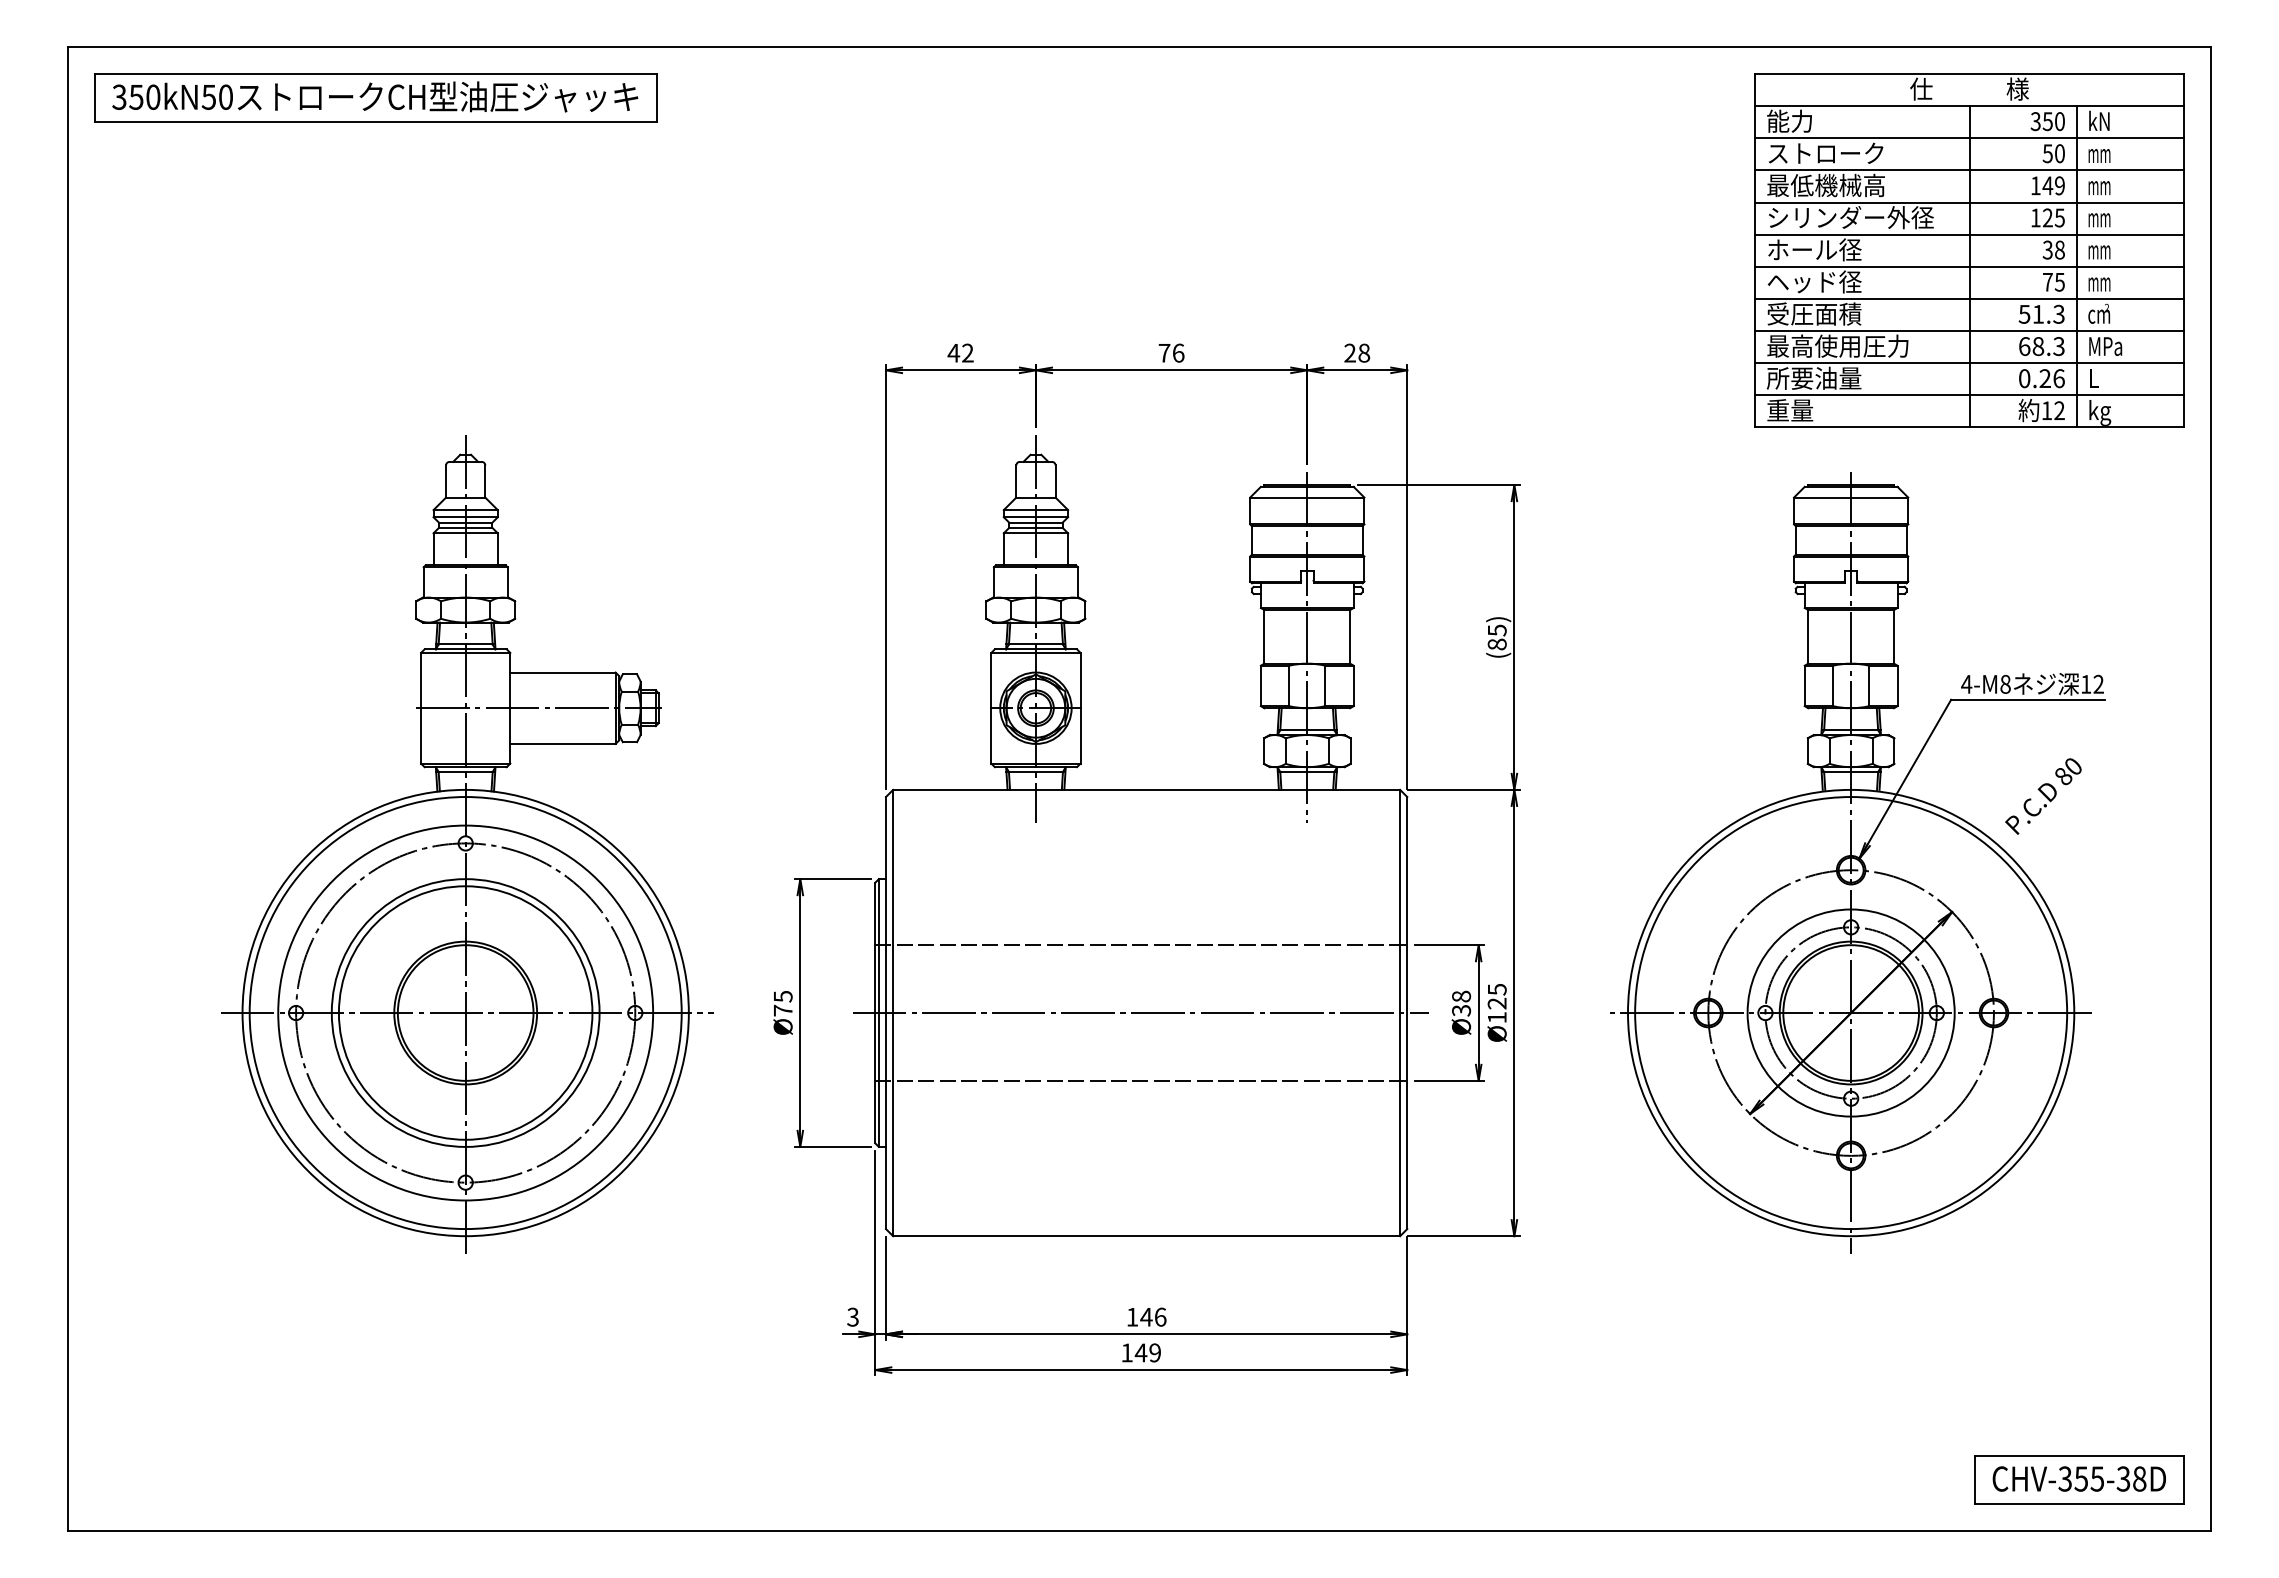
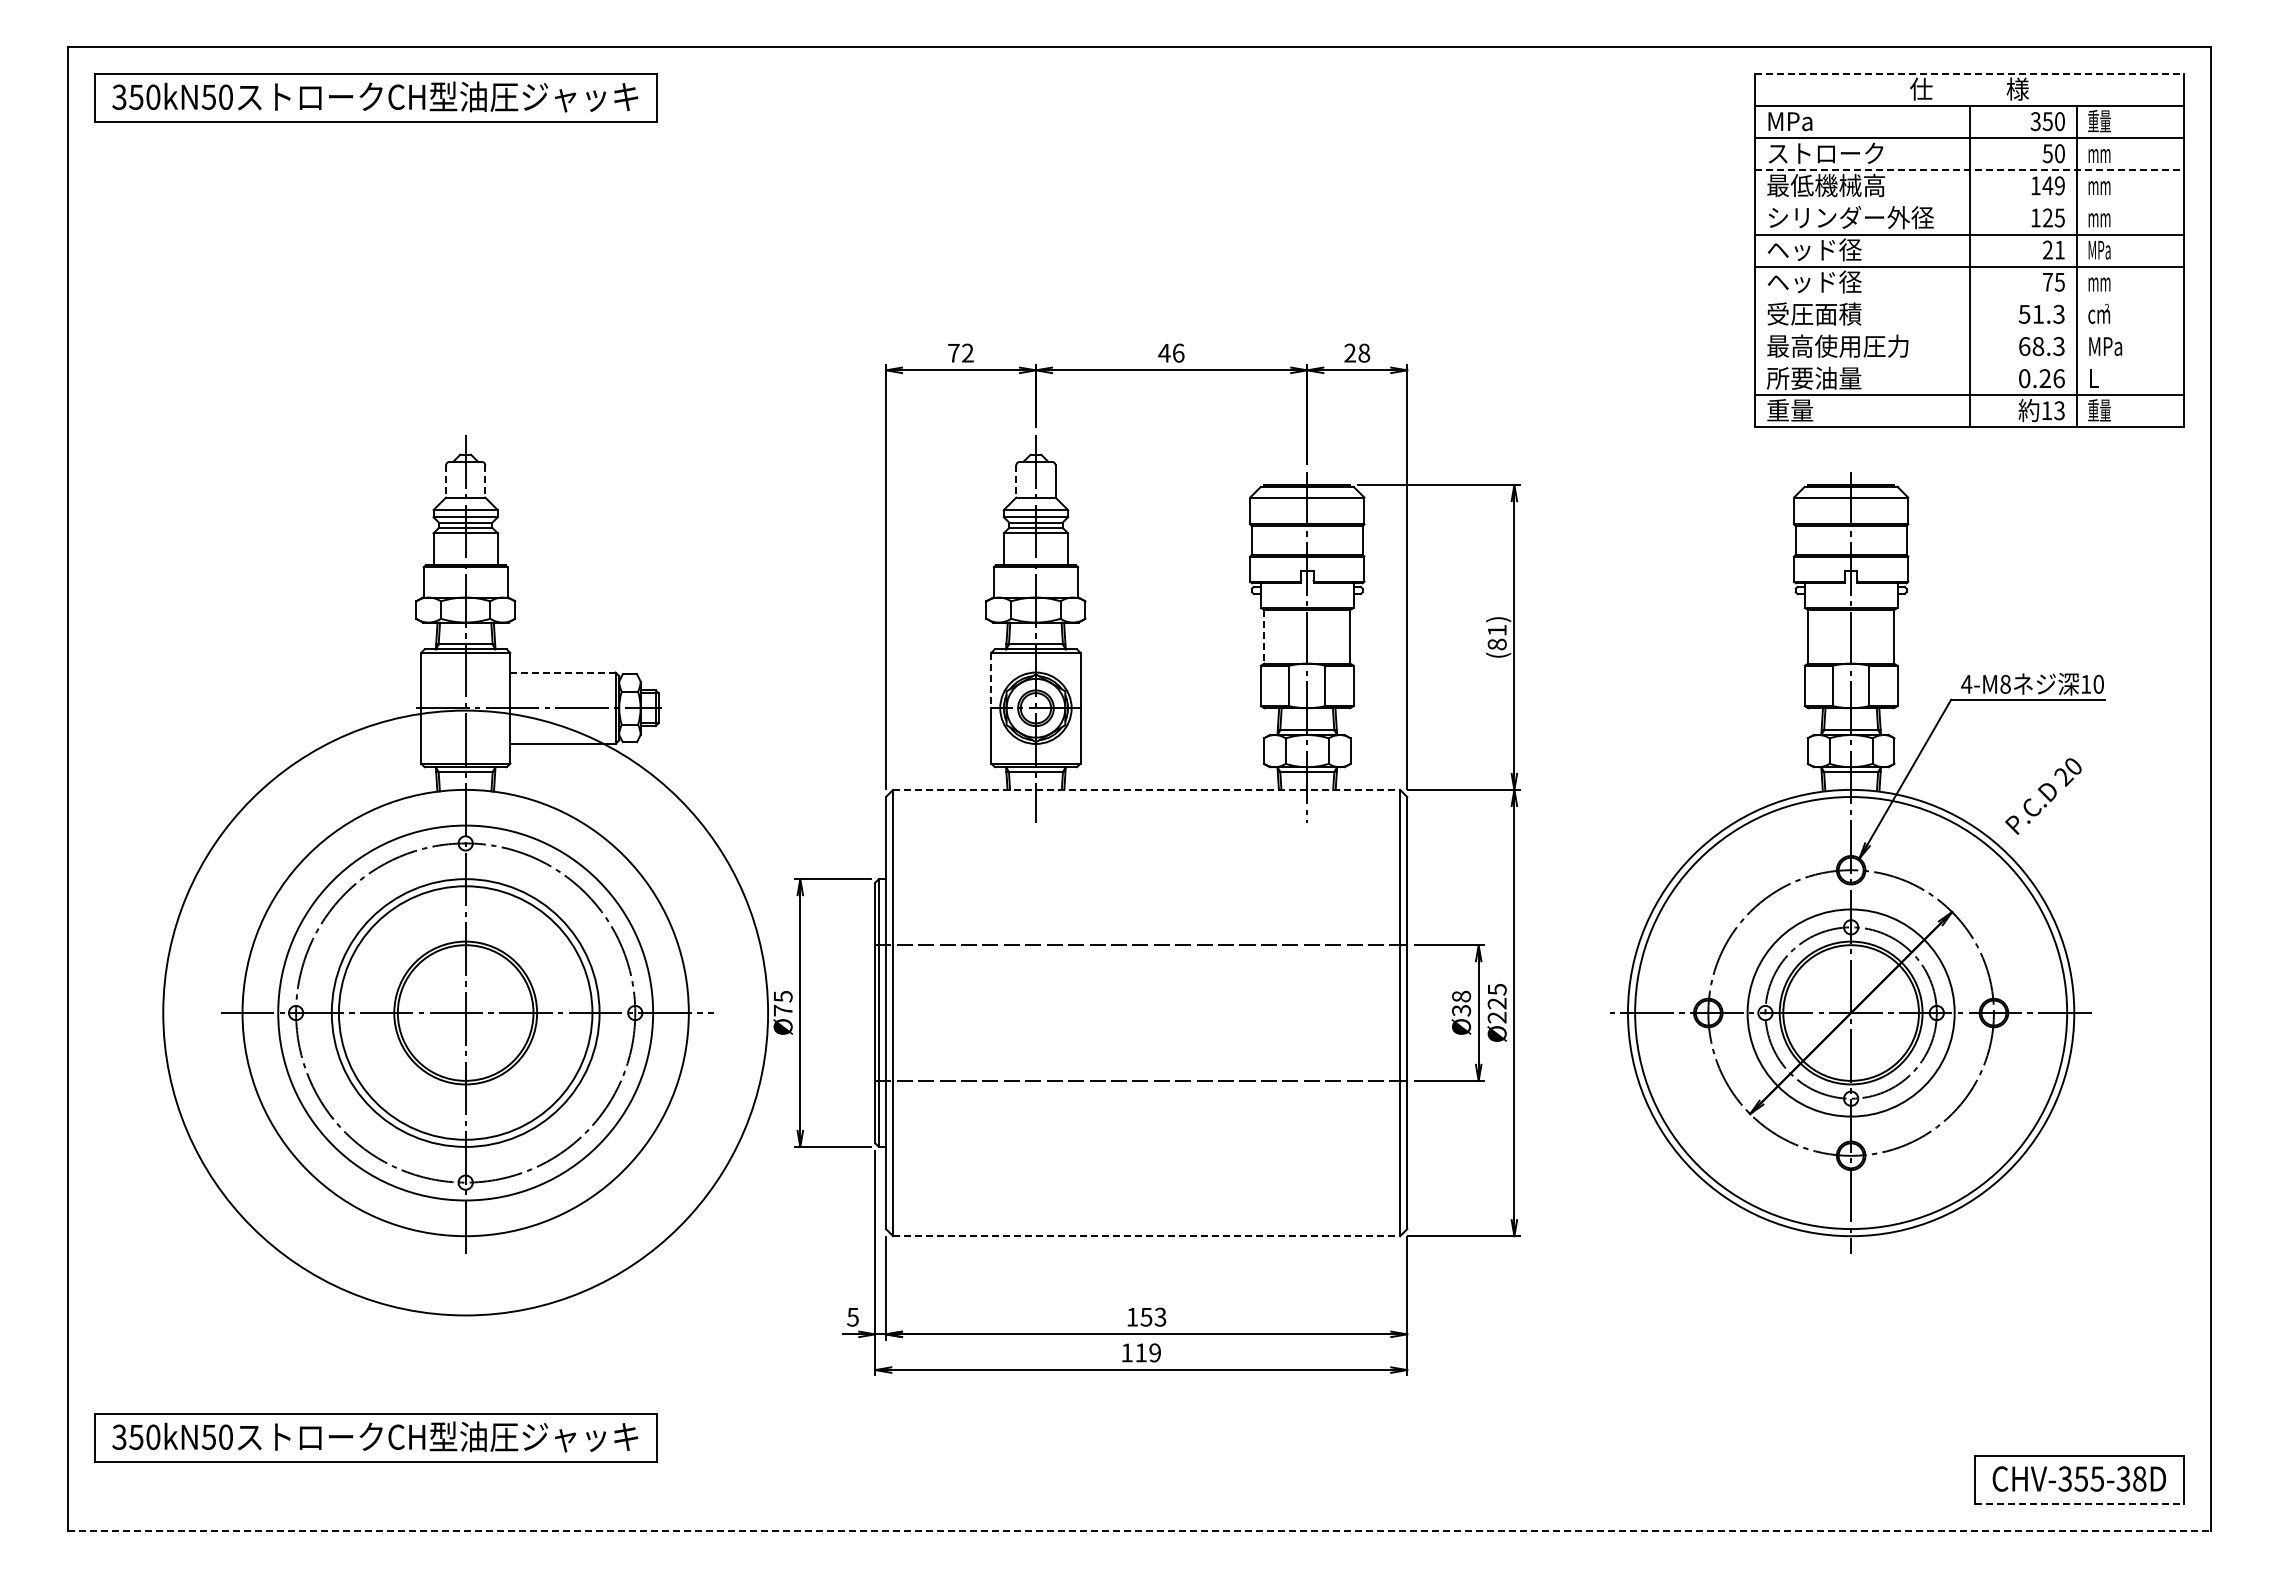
line at (1970, 74): solid -> dashed
text at (1789, 120): 能力 -> MPa
text at (2099, 121): kN -> 重量
line at (1970, 170): solid -> dashed
line at (1969, 202): present -> none
text at (1801, 249): ホール径 -> ヘッド径
text at (2053, 249): 38 -> 21
text at (2099, 249): mm -> MPa
line at (1969, 298): present -> none
line at (1969, 331): present -> none
text at (953, 353): 42 -> 72
text at (1164, 353): 76 -> 46
line at (1969, 363): present -> none
text at (2059, 410): 12 -> 13
text at (2099, 412): kg -> 重量
line at (446, 482): solid -> dashed
line at (485, 482): solid -> dashed
line at (1016, 482): solid -> dashed
text at (1497, 630): (85) -> (81)
line at (1264, 636): solid -> dashed
line at (562, 672): solid -> dashed
line at (991, 680): solid -> dashed
text at (2098, 684): 12 -> 10
text at (2063, 777): 80 -> 20
line at (1146, 789): solid -> dashed
circle at (465, 1013) diameter: 432 px -> 605 px
line at (1140, 1013): present -> none
text at (1496, 1017): Ø125 -> Ø225
line at (1146, 1236): solid -> dashed
text at (852, 1316): 3 -> 5
text at (1153, 1316): 146 -> 153
text at (1140, 1352): 149 -> 119
part at (375, 1437): none -> present
line at (2079, 1503): solid -> dashed
line at (1139, 1530): solid -> dashed
